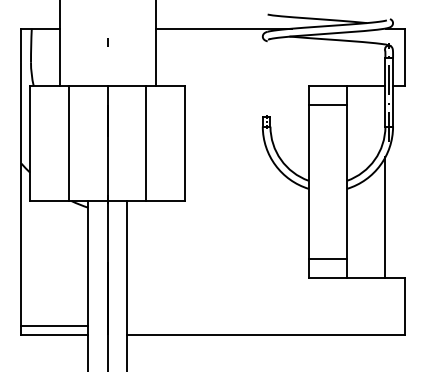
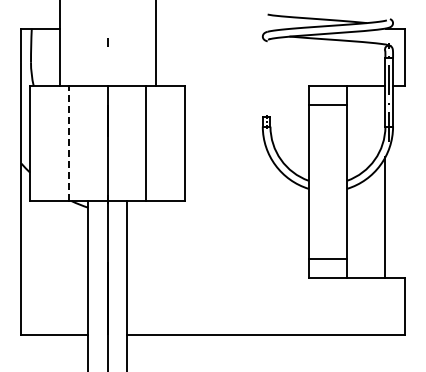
line at (223, 28): present -> none
line at (68, 143): solid -> dashed
line at (54, 325): present -> none
